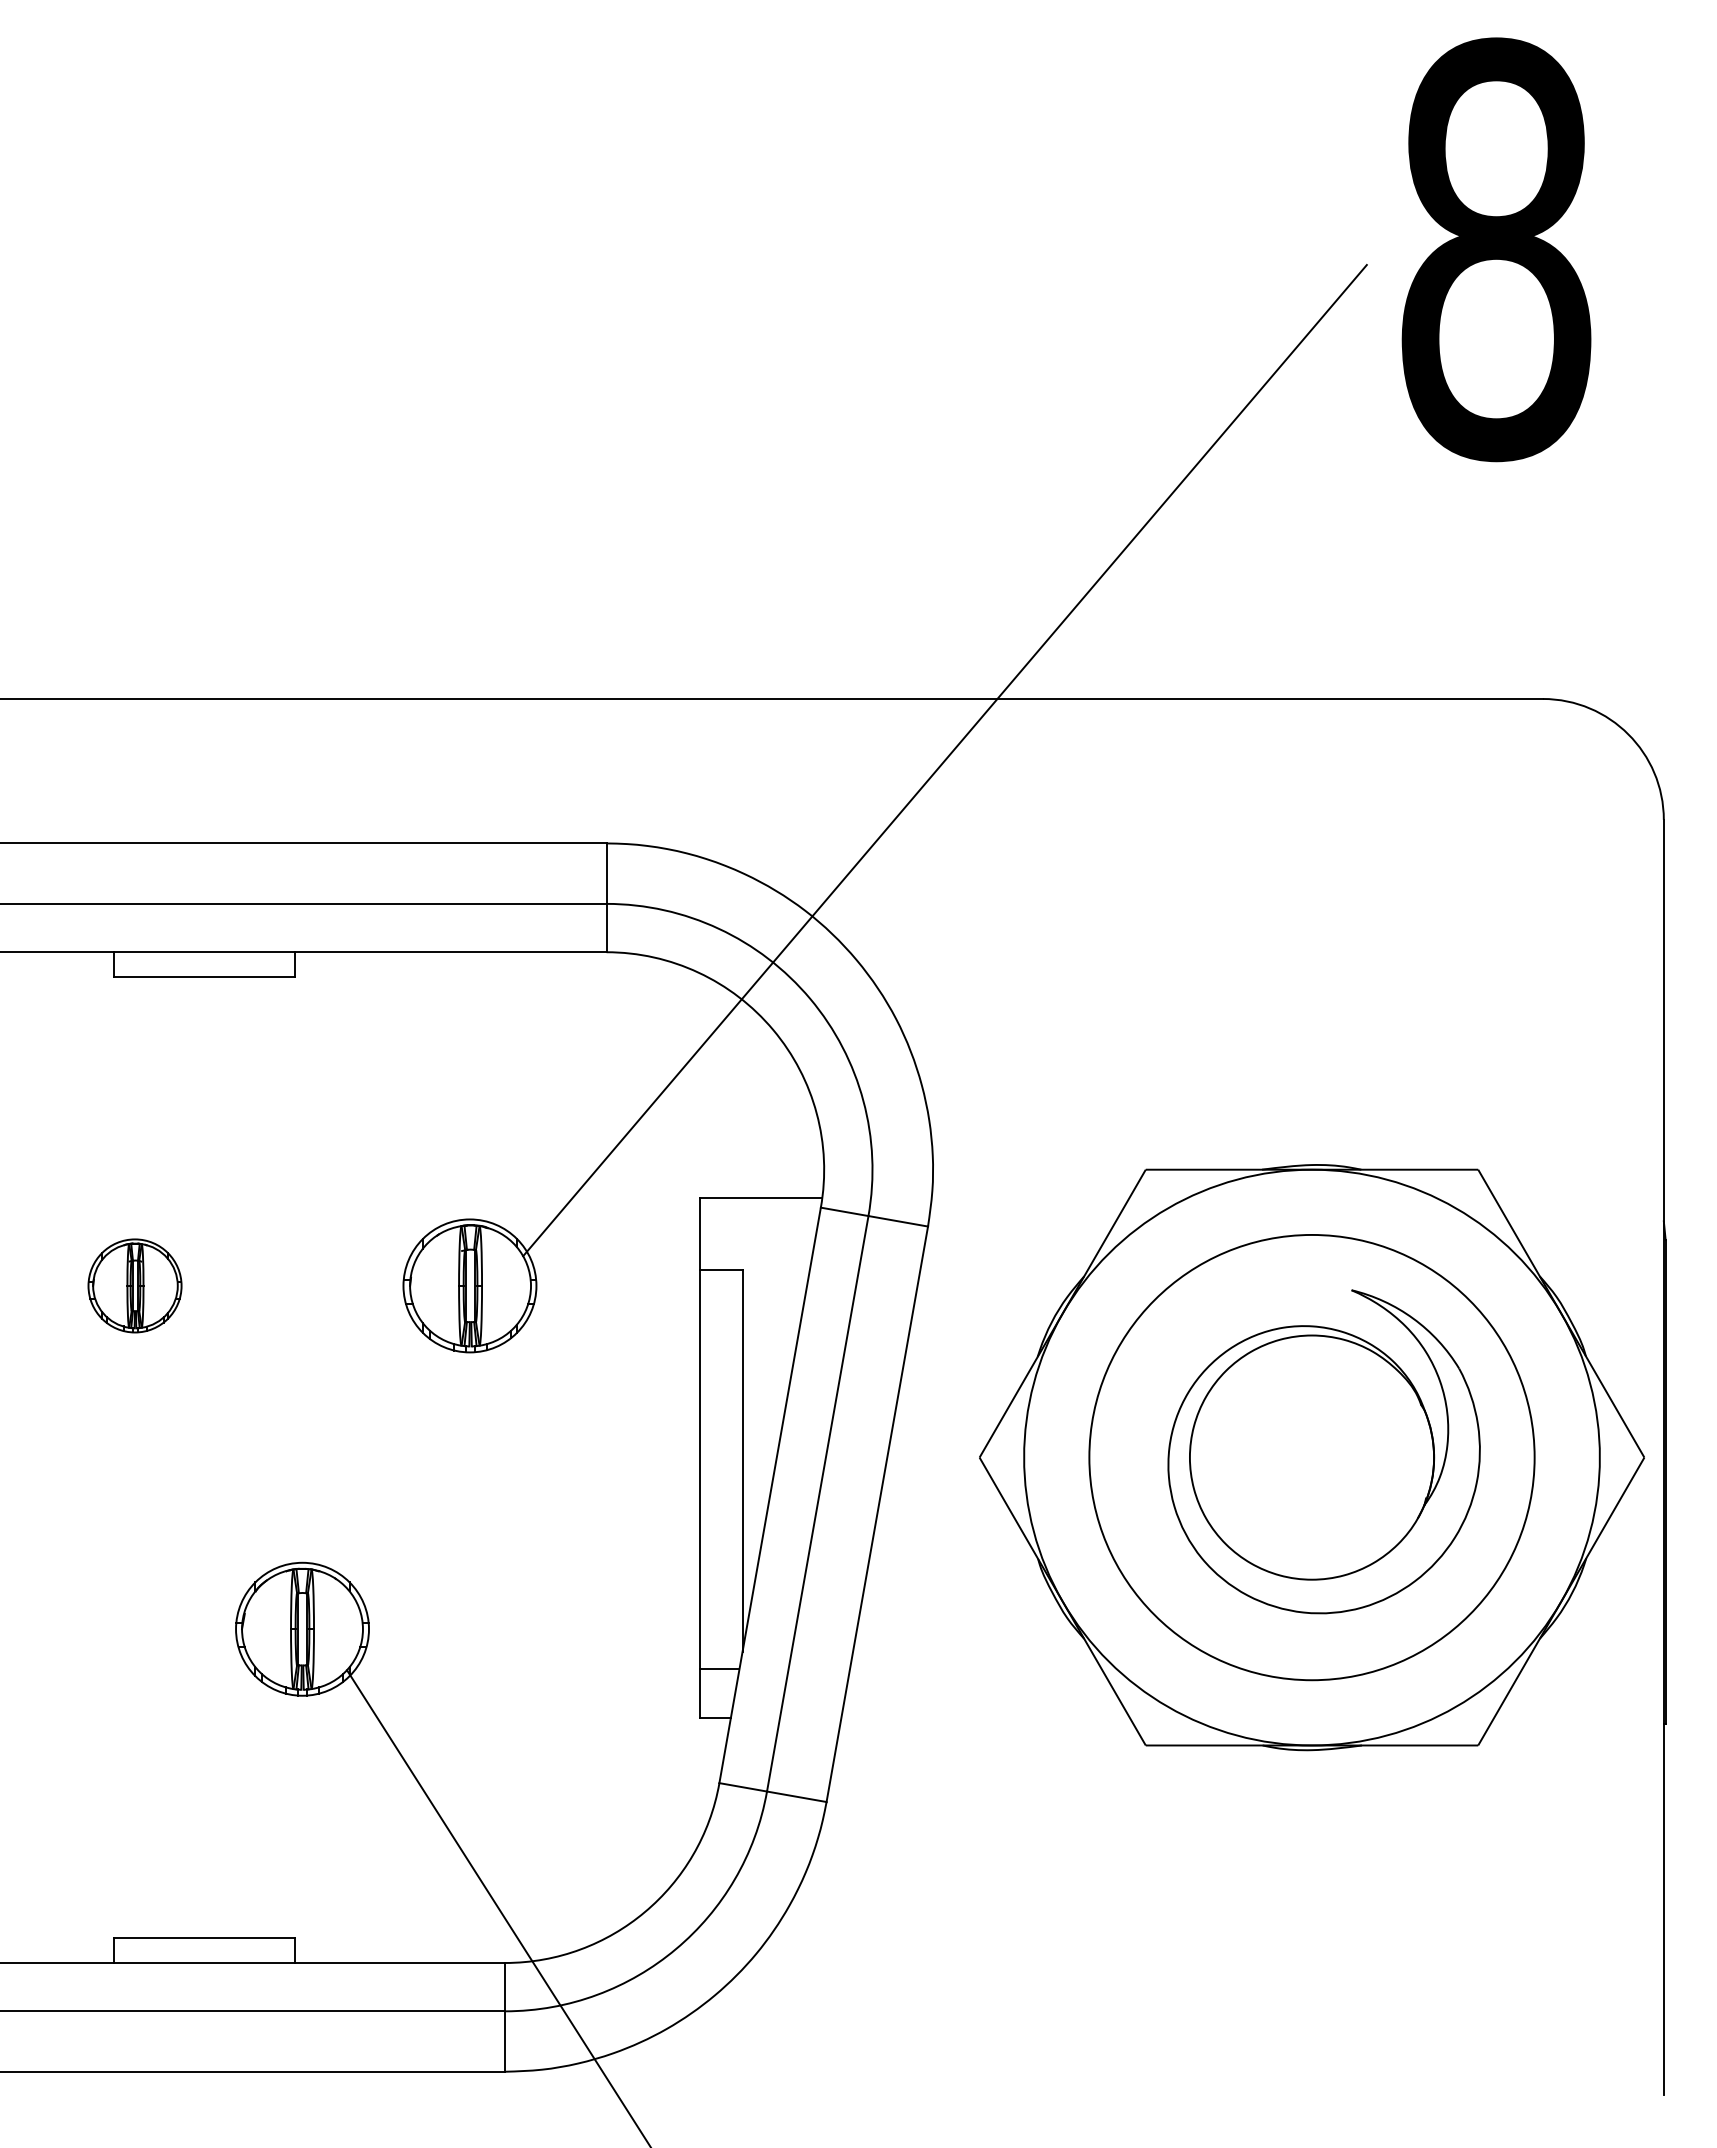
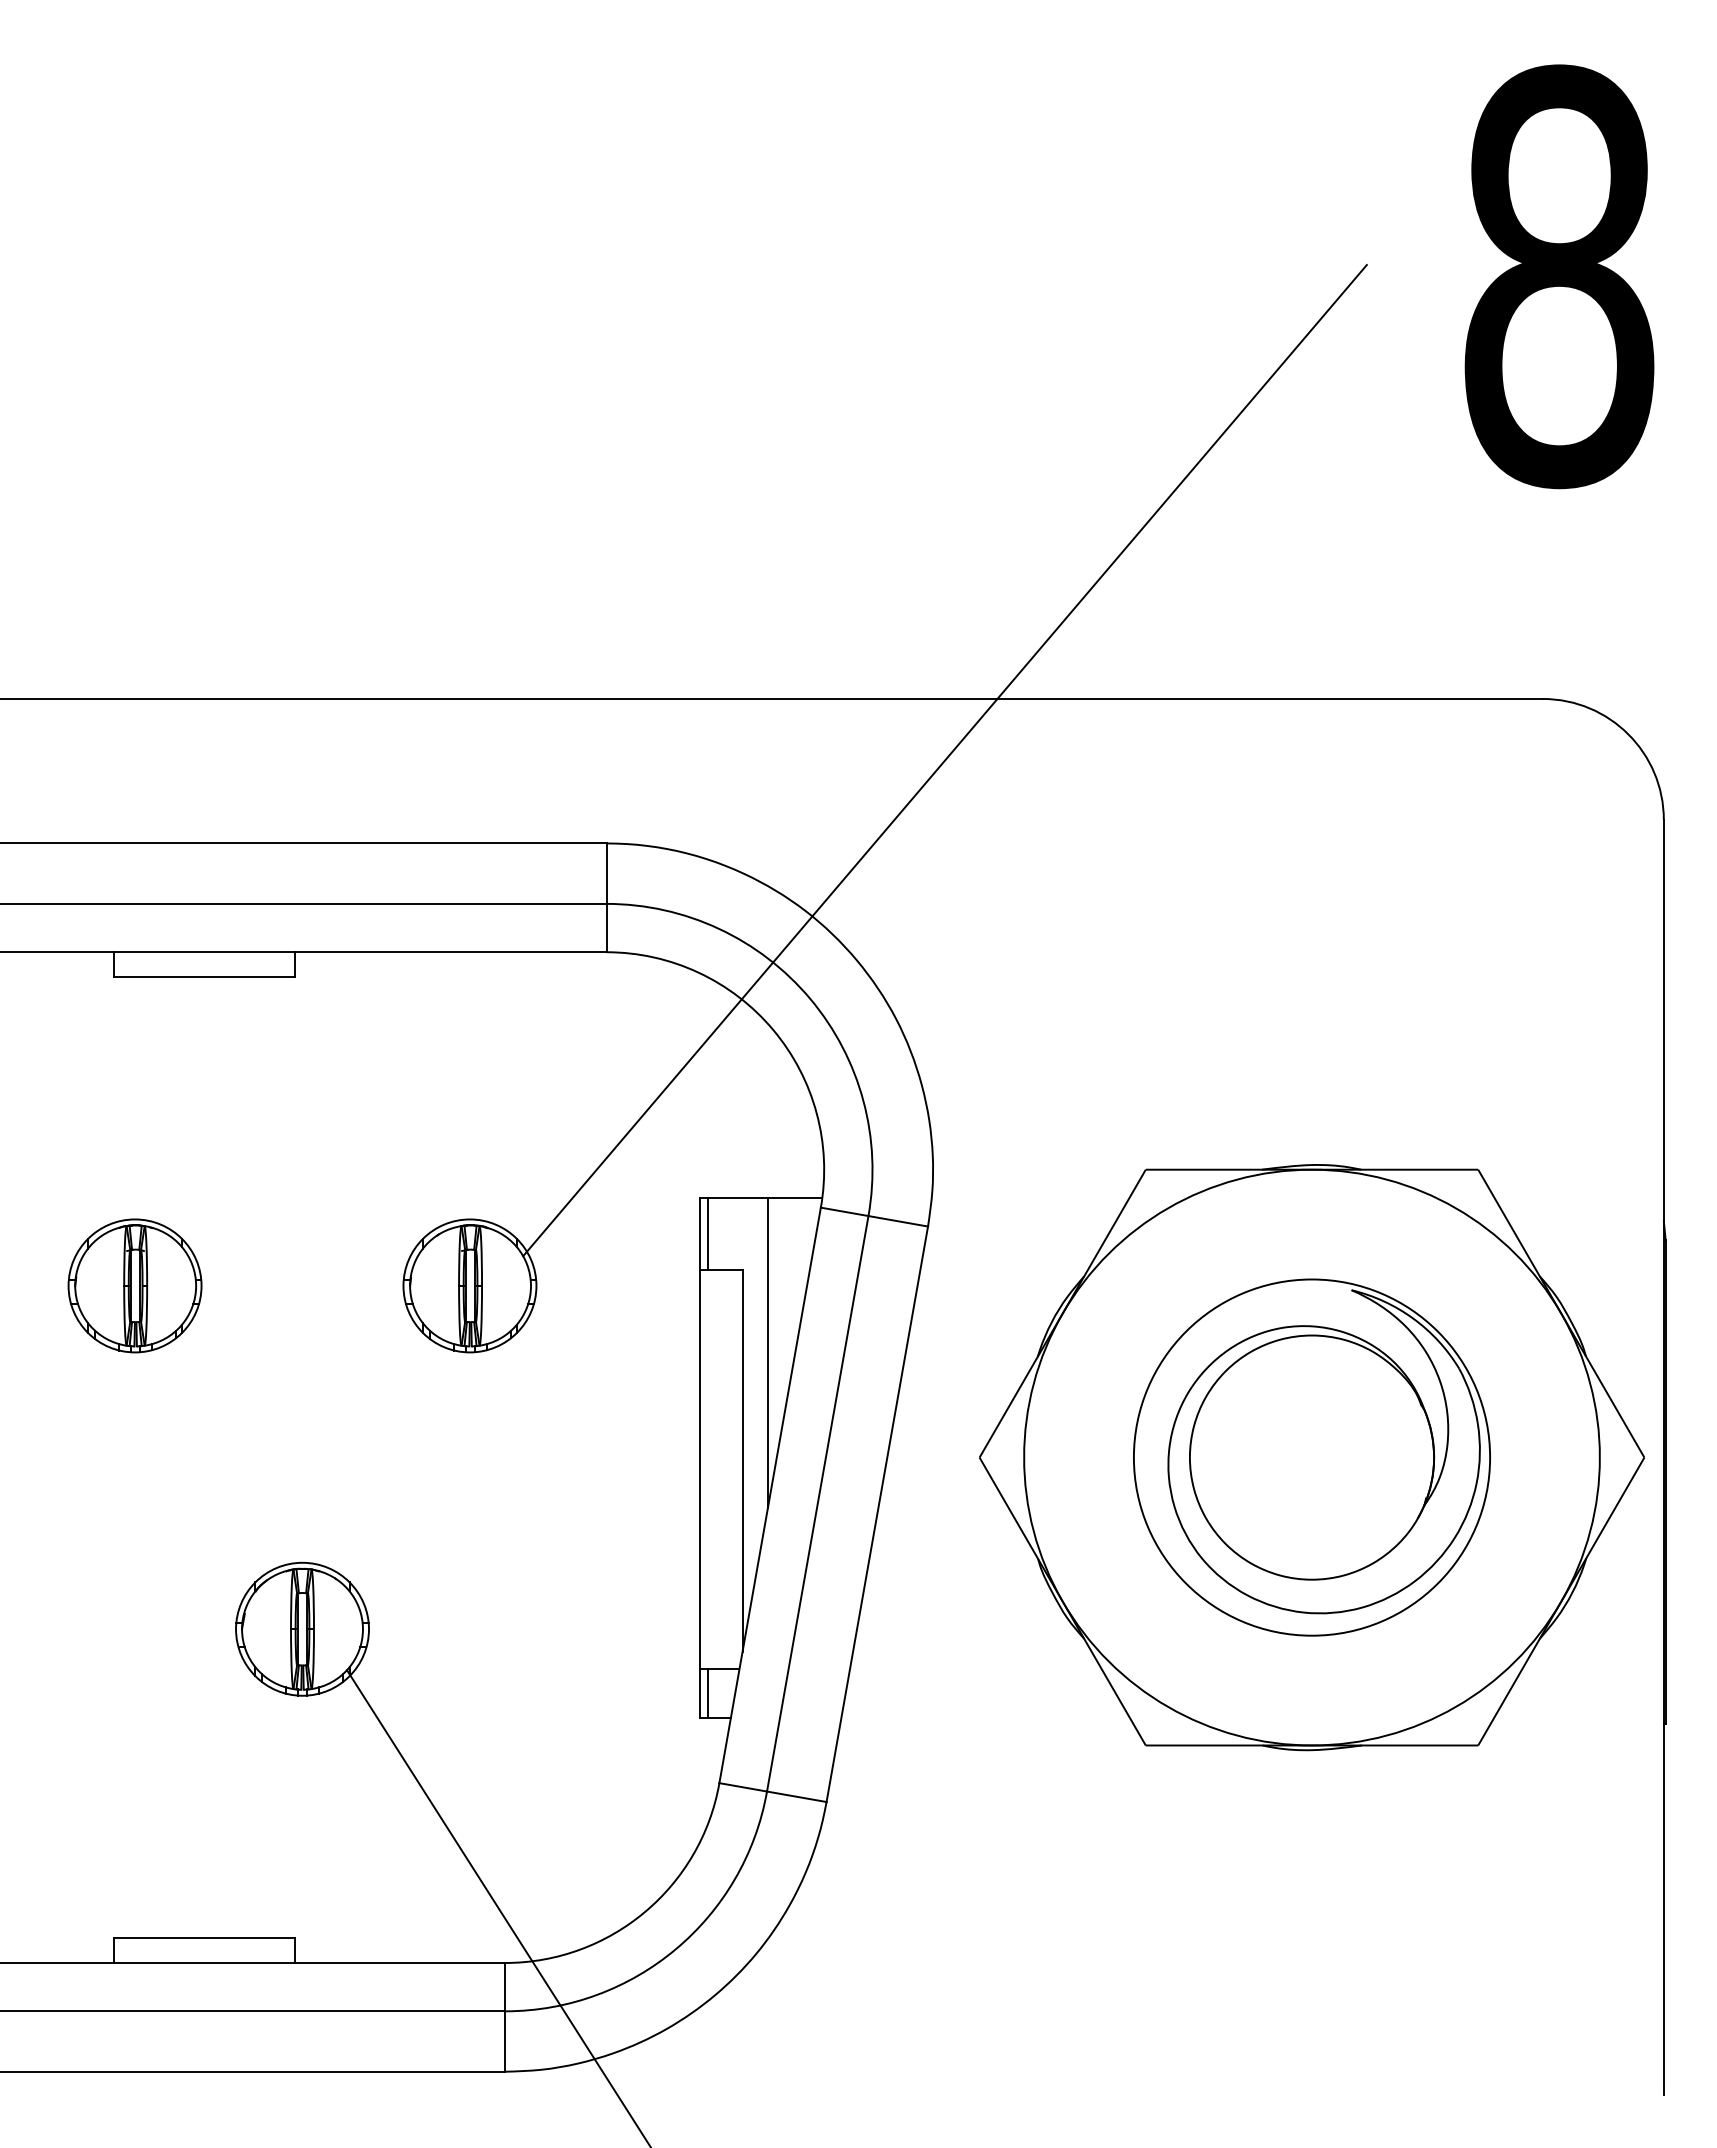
text at (1496, 249) position: (1496, 249) -> (1559, 276)
line at (707, 1233): none -> present
part at (134, 1285) size: 96x96 px -> 136x136 px
line at (767, 1352): none -> present
circle at (1311, 1457) diameter: 445 px -> 356 px
line at (707, 1693): none -> present
